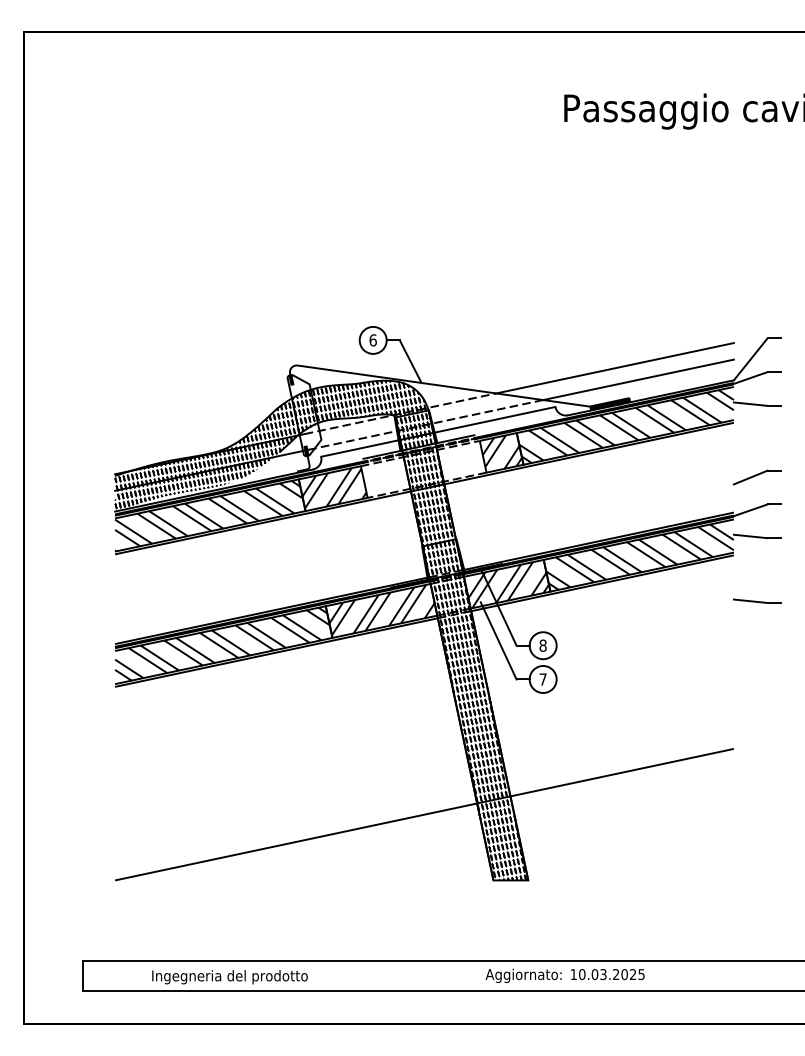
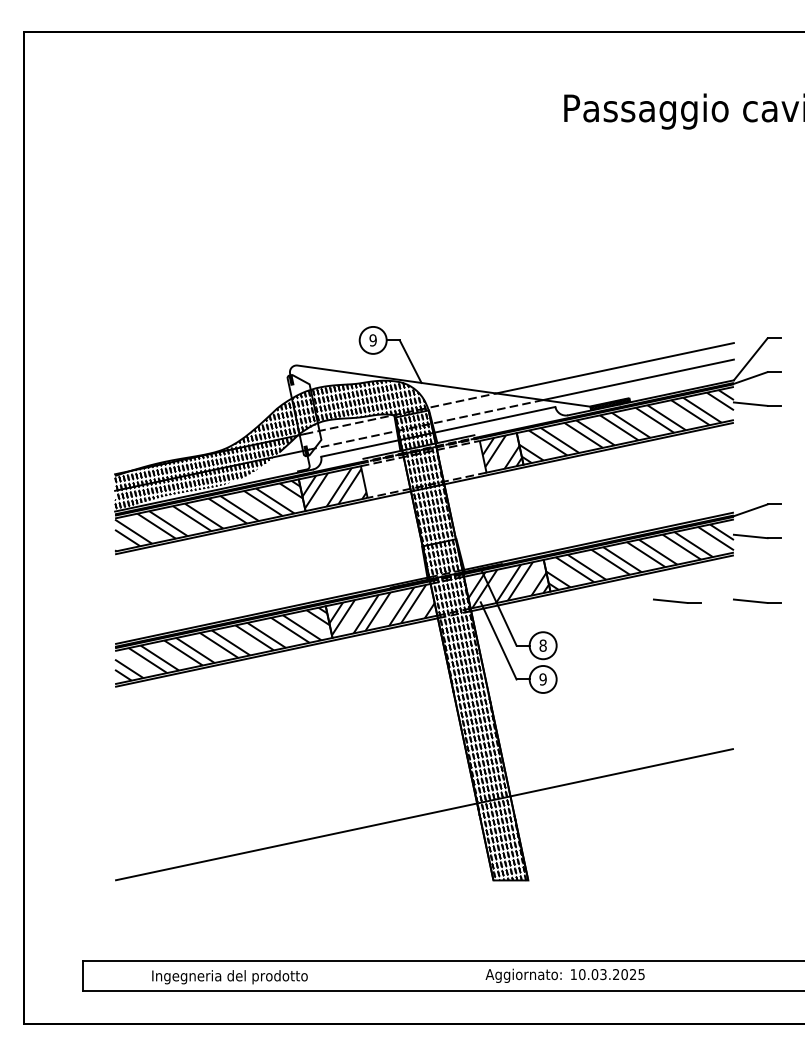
text at (372, 340): 6 -> 9
part at (757, 477): present -> none
line at (677, 601): none -> present
text at (542, 679): 7 -> 9
